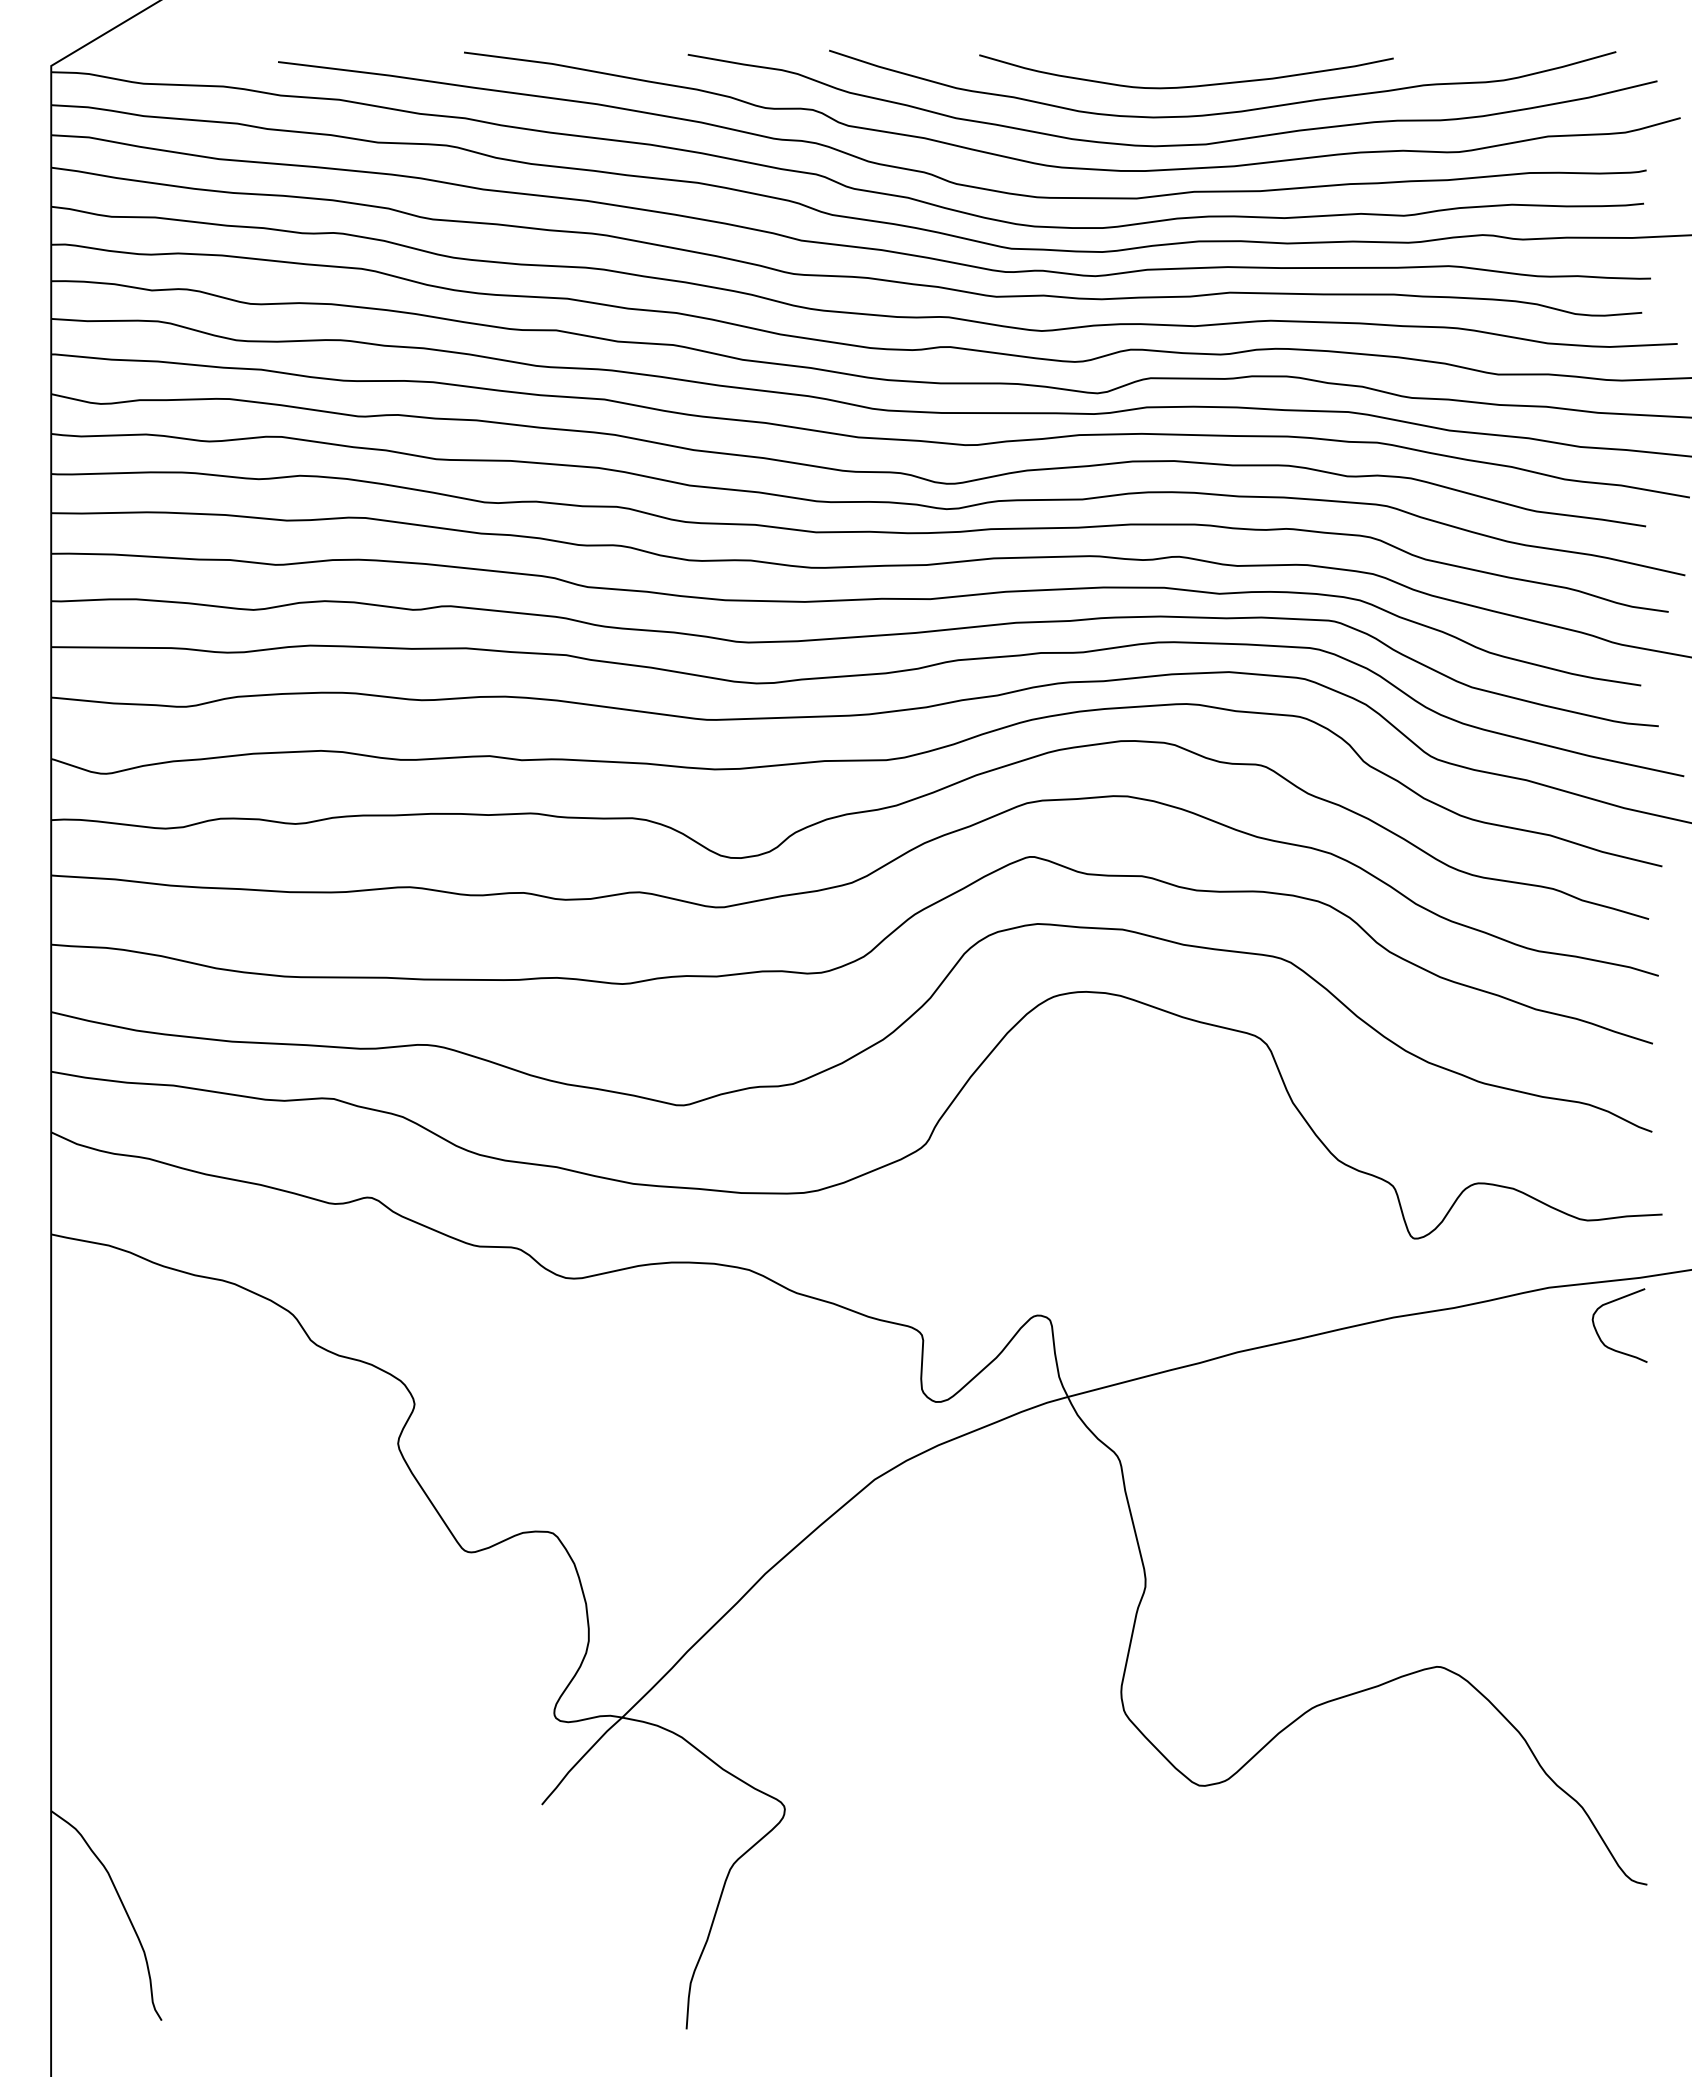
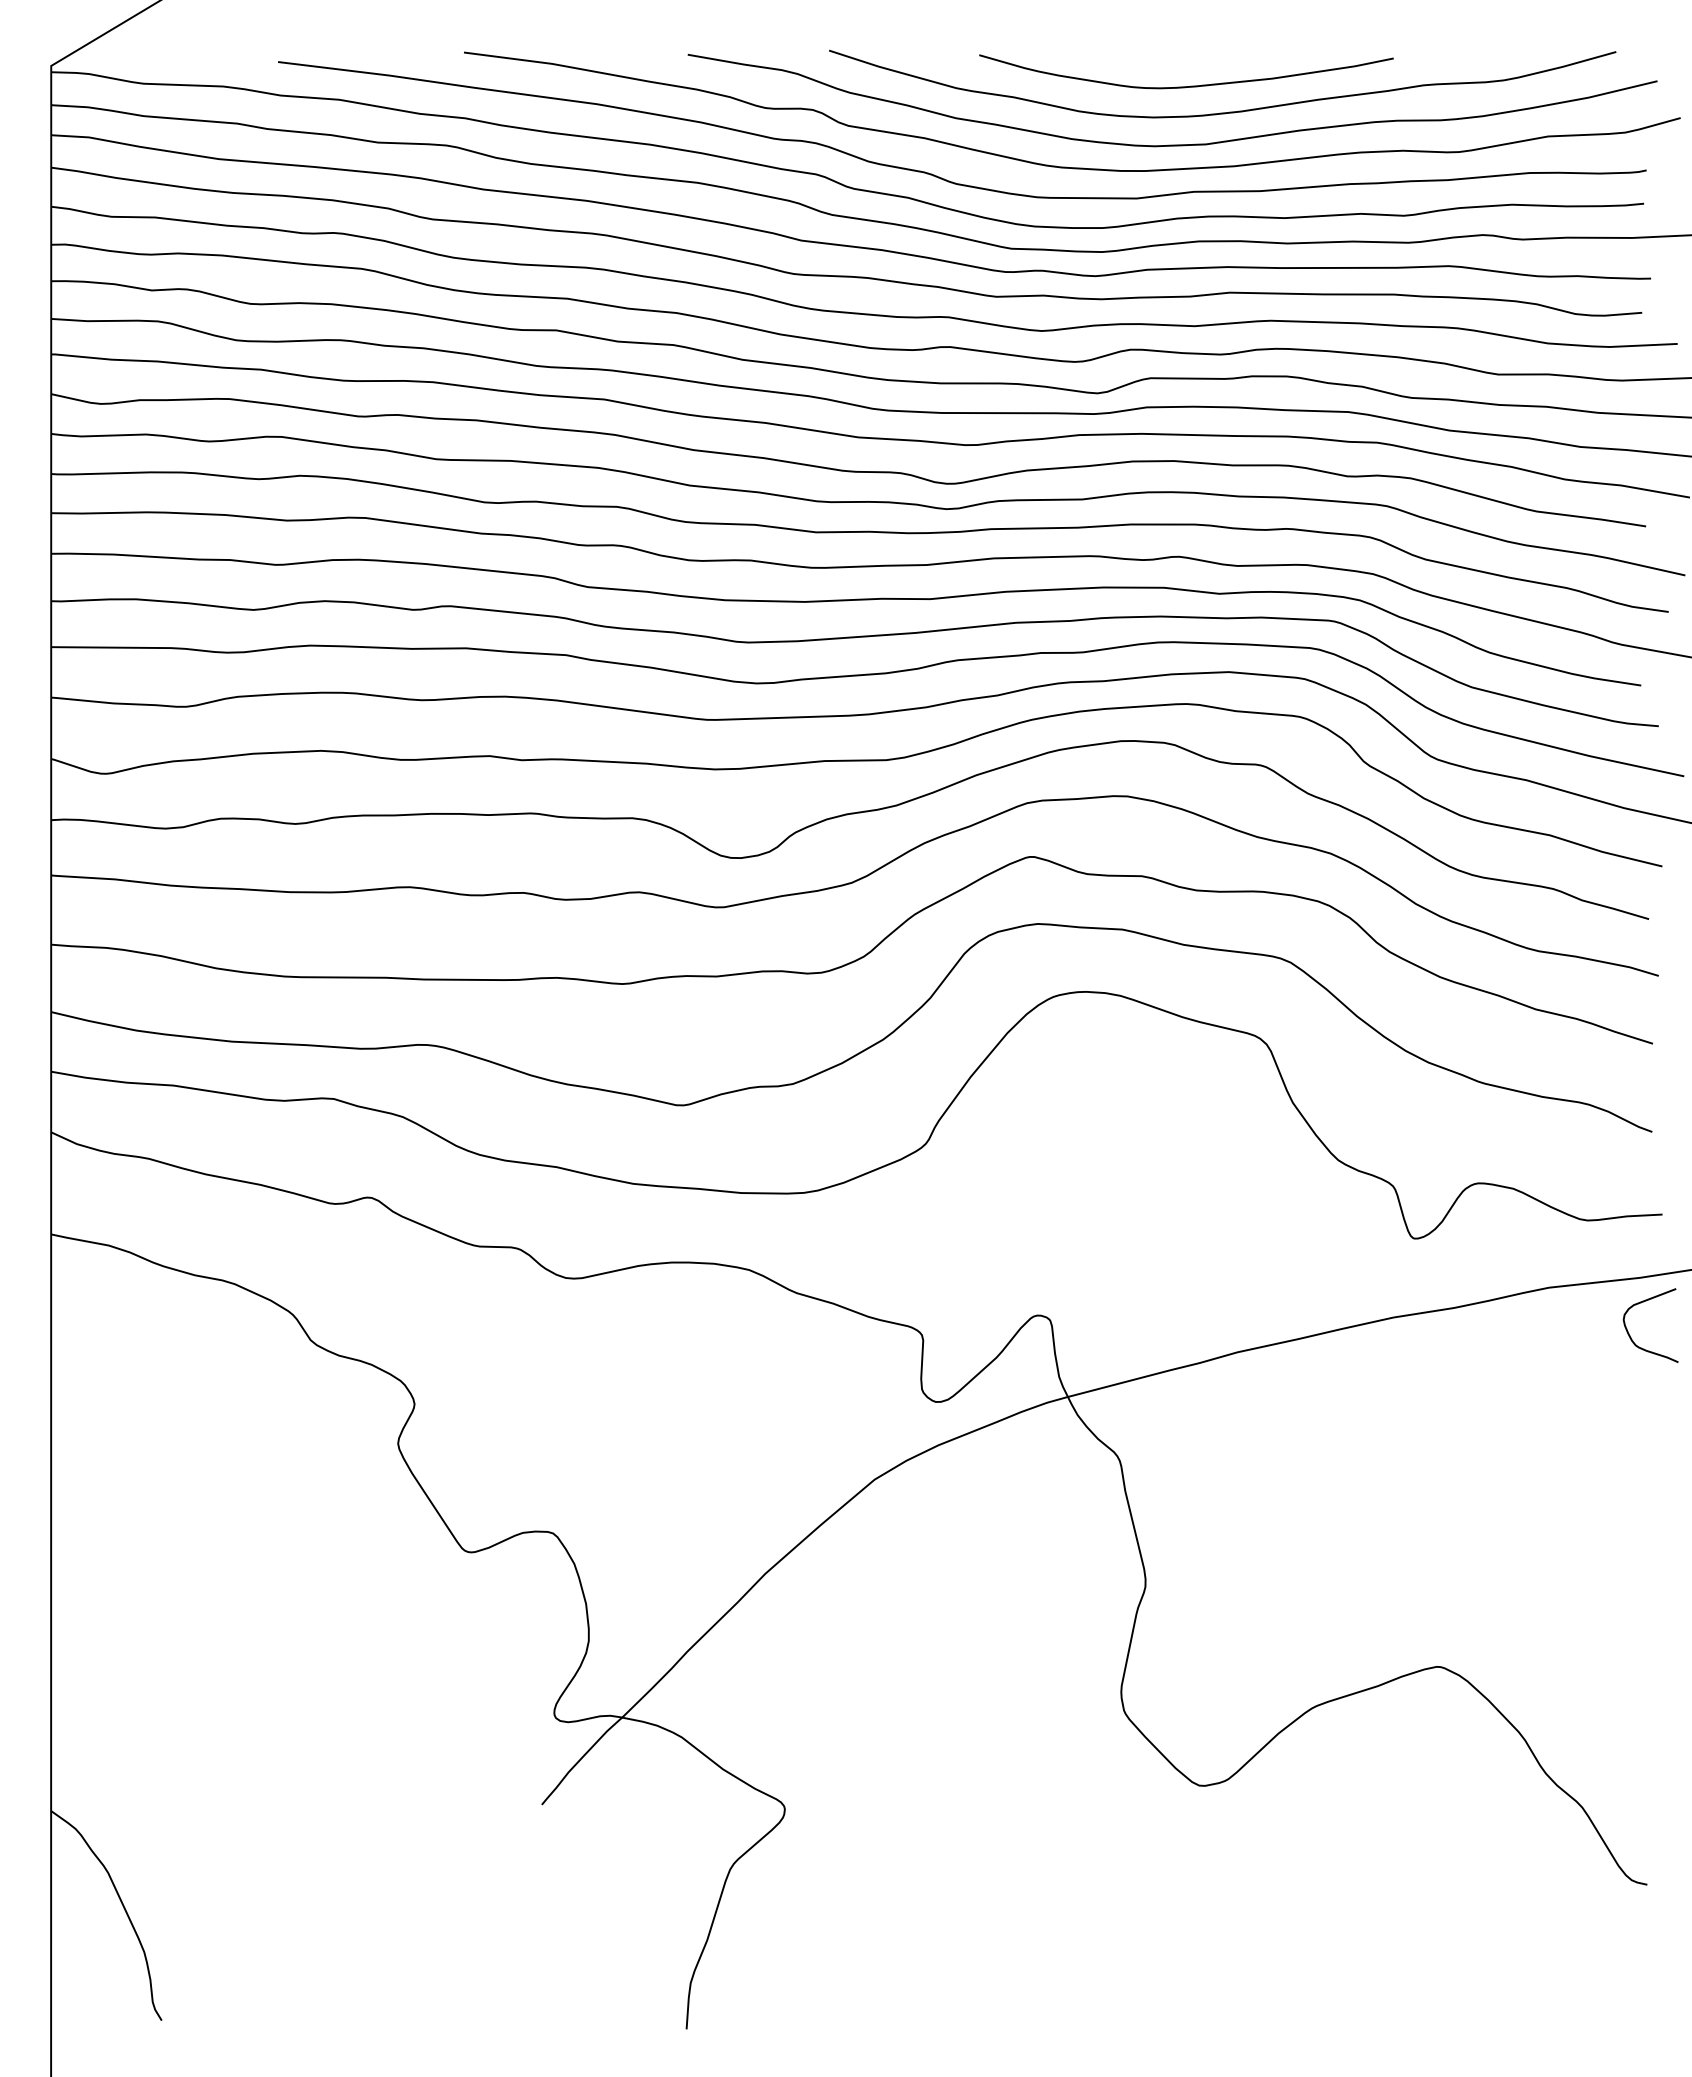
curve at (1599, 1335) position: (1599, 1335) -> (1630, 1335)
